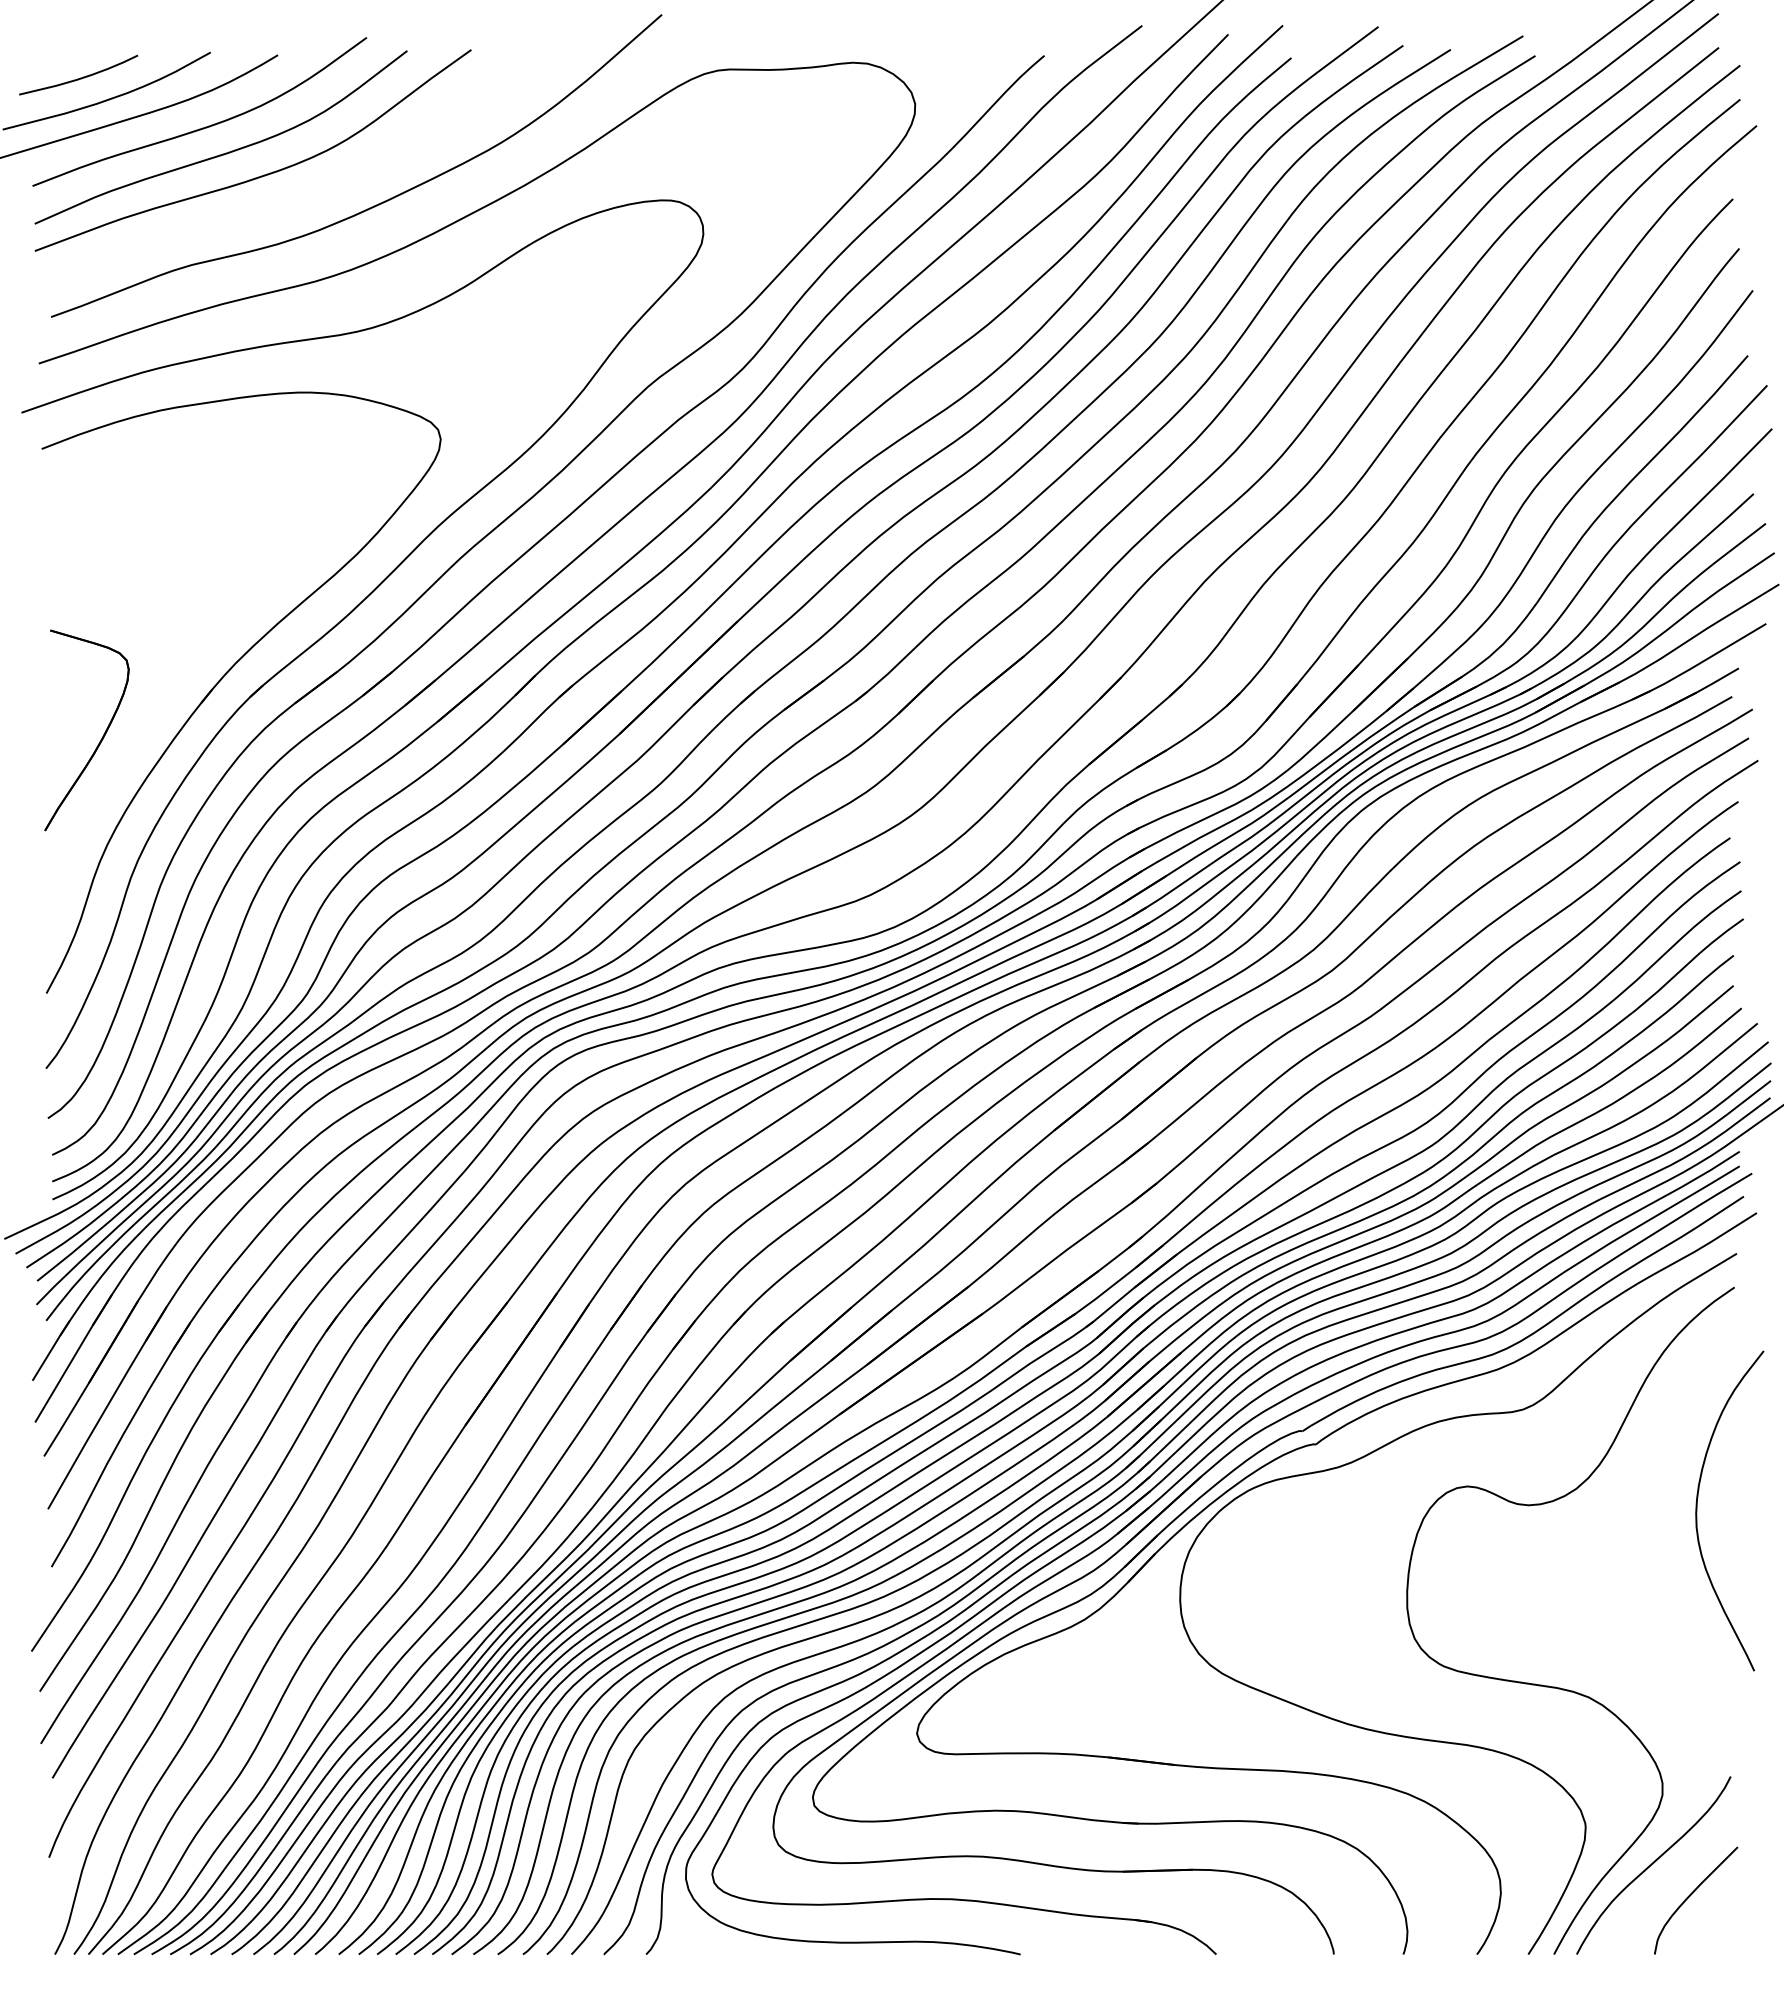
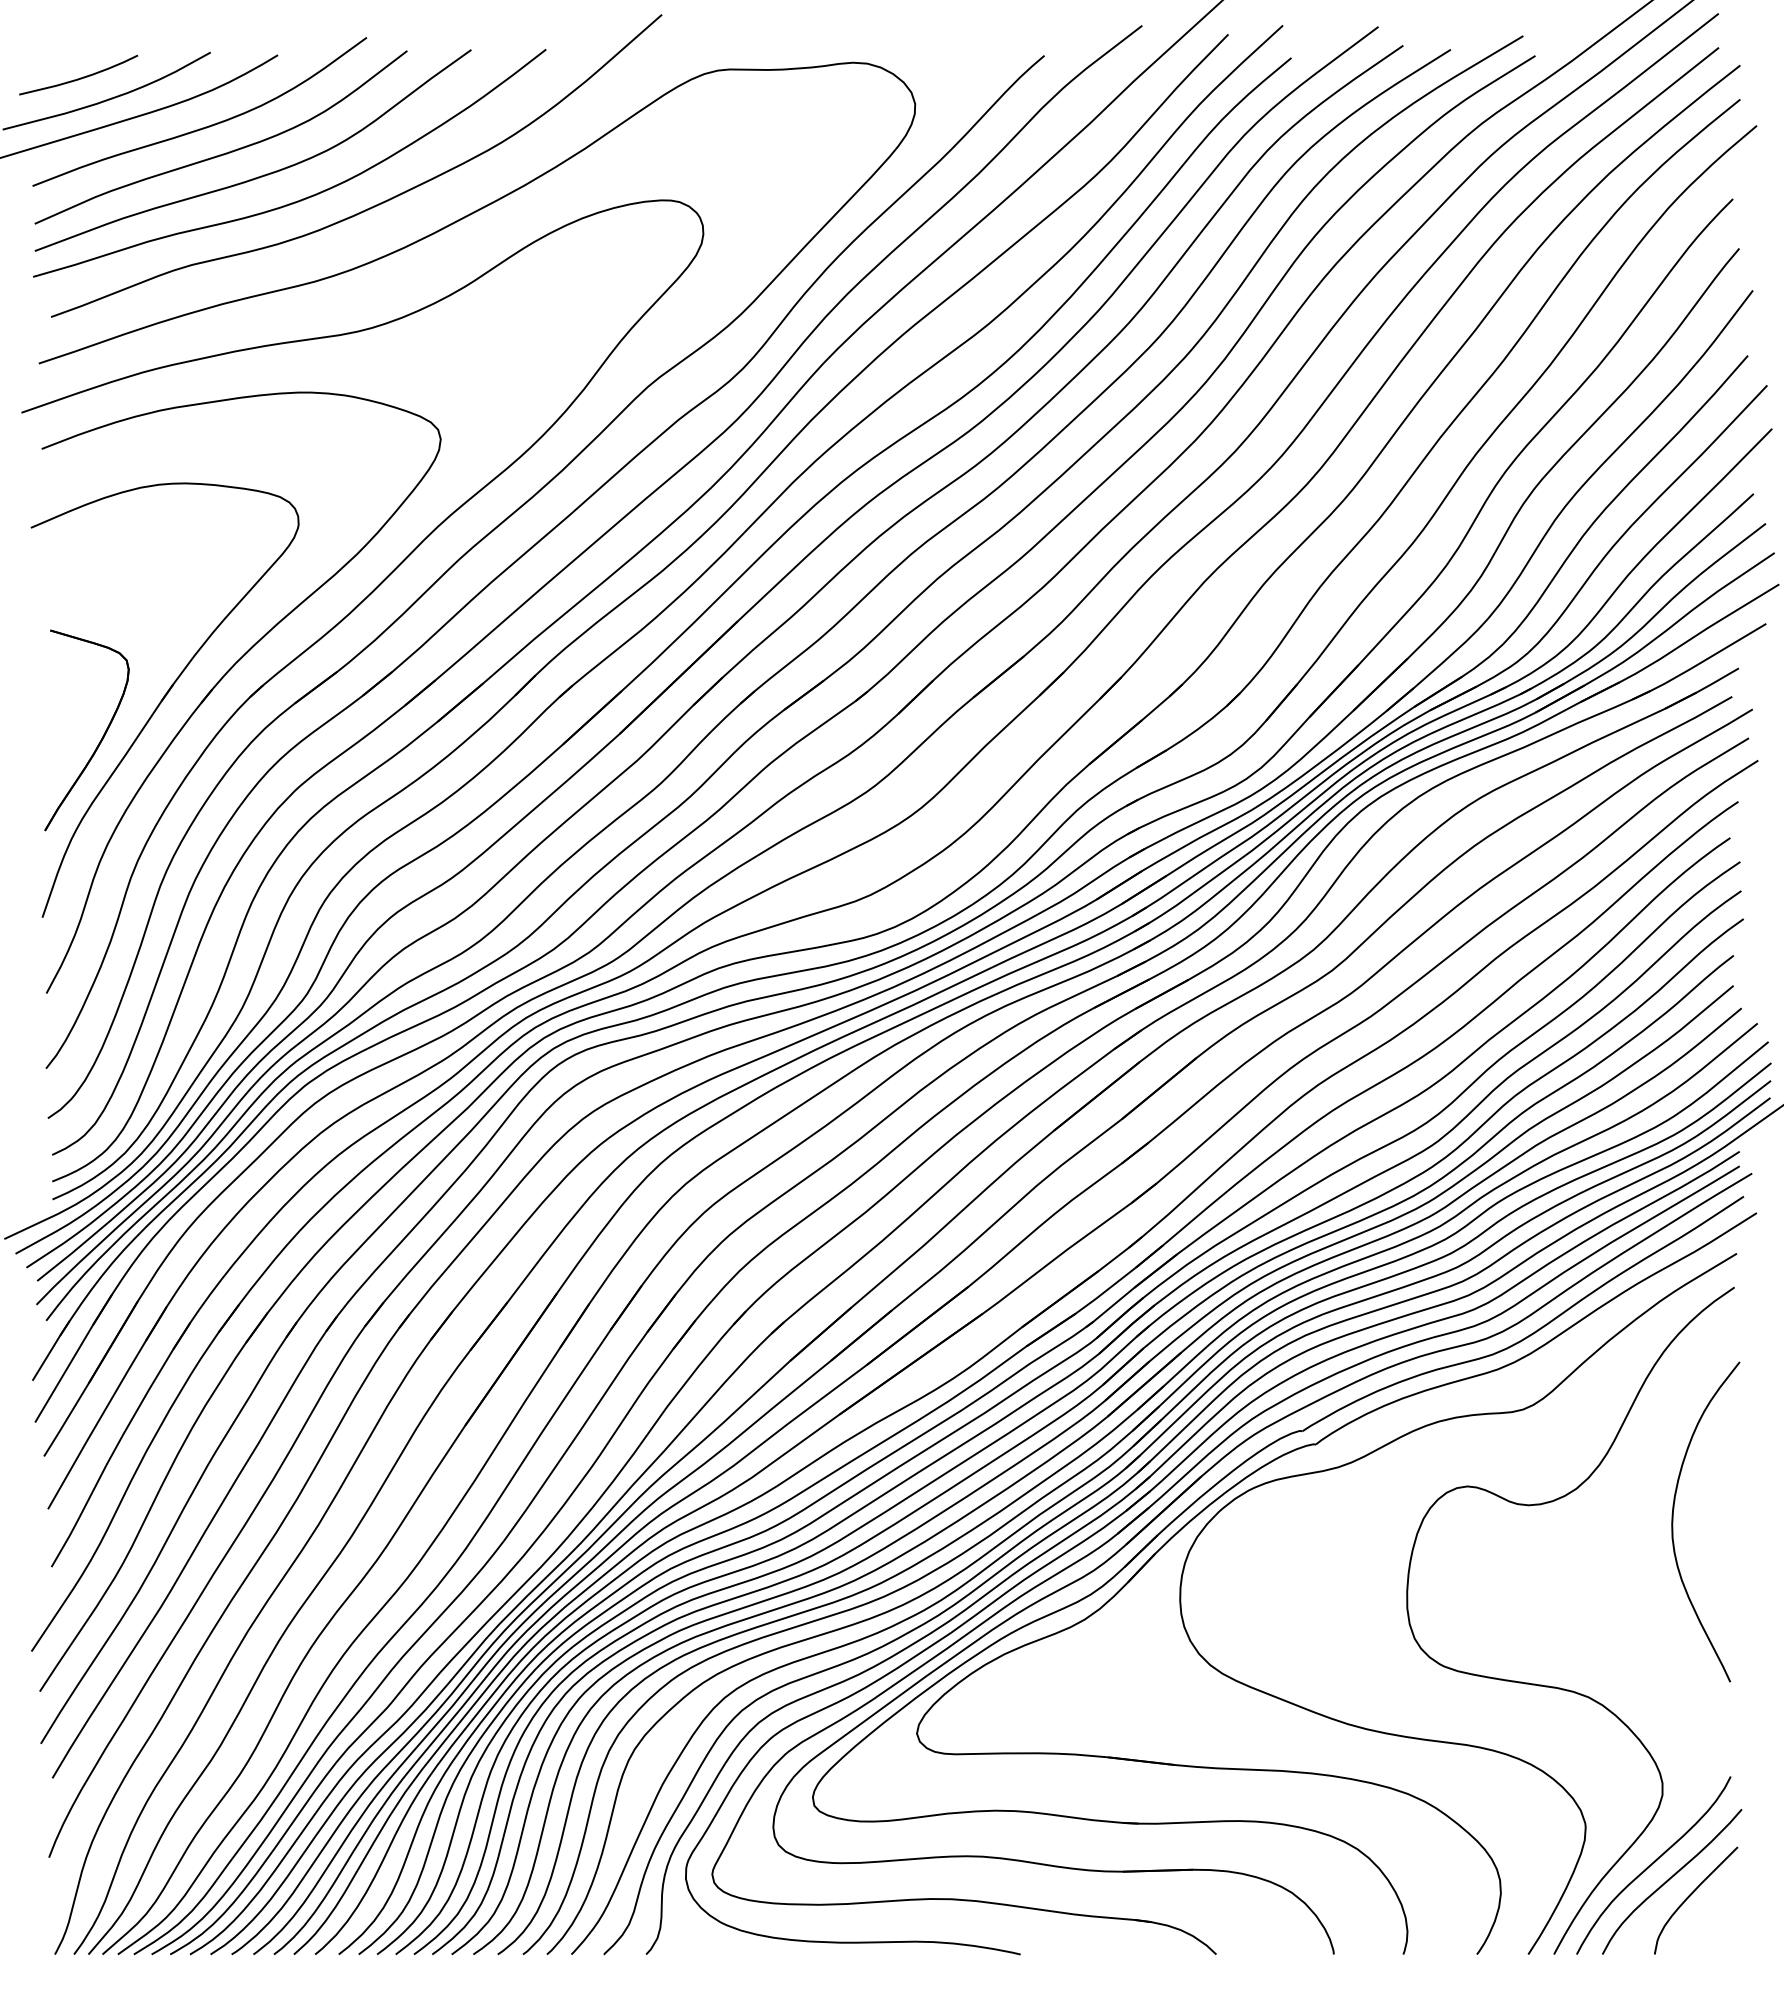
curve at (302, 198): none -> present
part at (164, 699): none -> present
curve at (1697, 1510) position: (1697, 1510) -> (1673, 1521)
curve at (1670, 1879): none -> present
